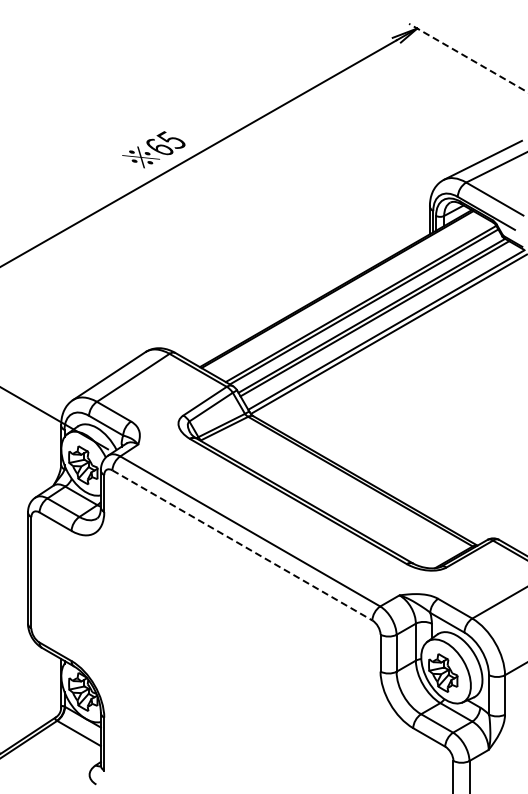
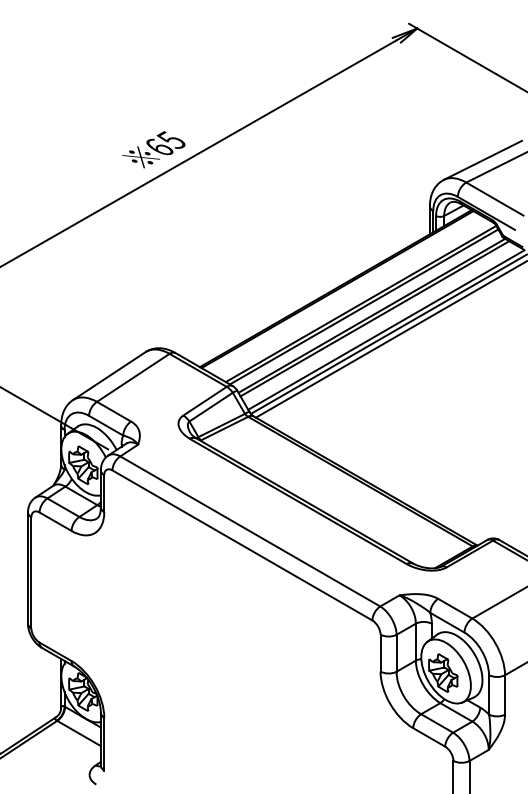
line at (467, 57): dashed -> solid
line at (389, 339): none -> present
line at (242, 545): dashed -> solid
